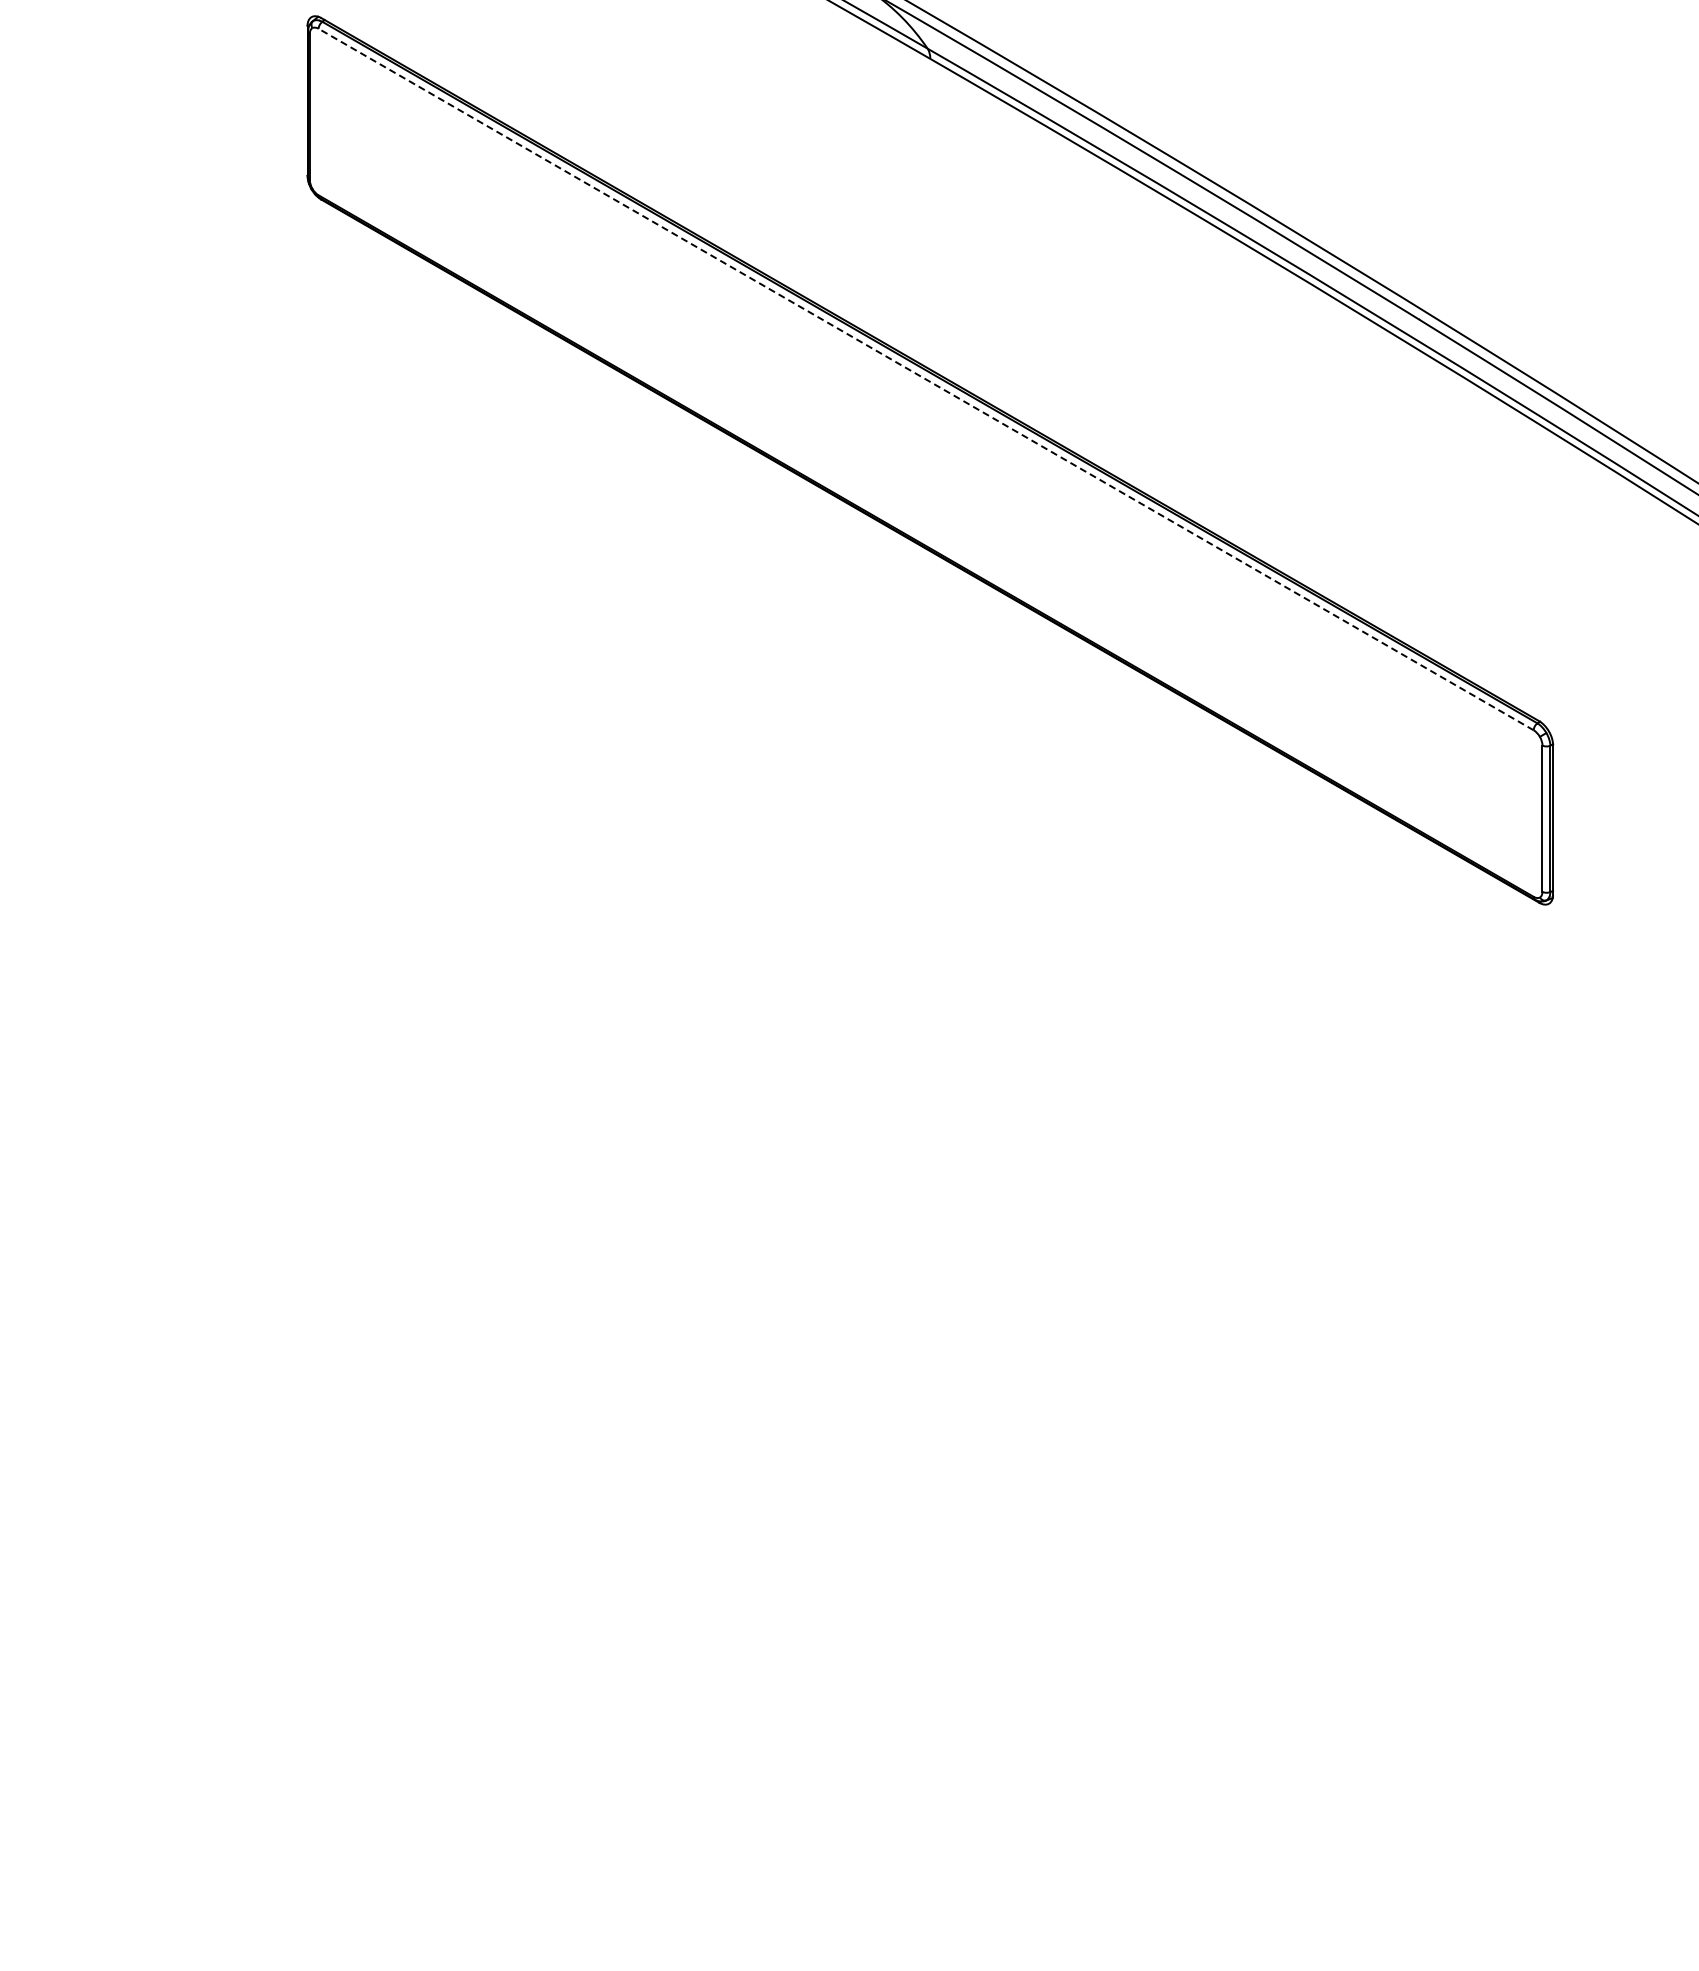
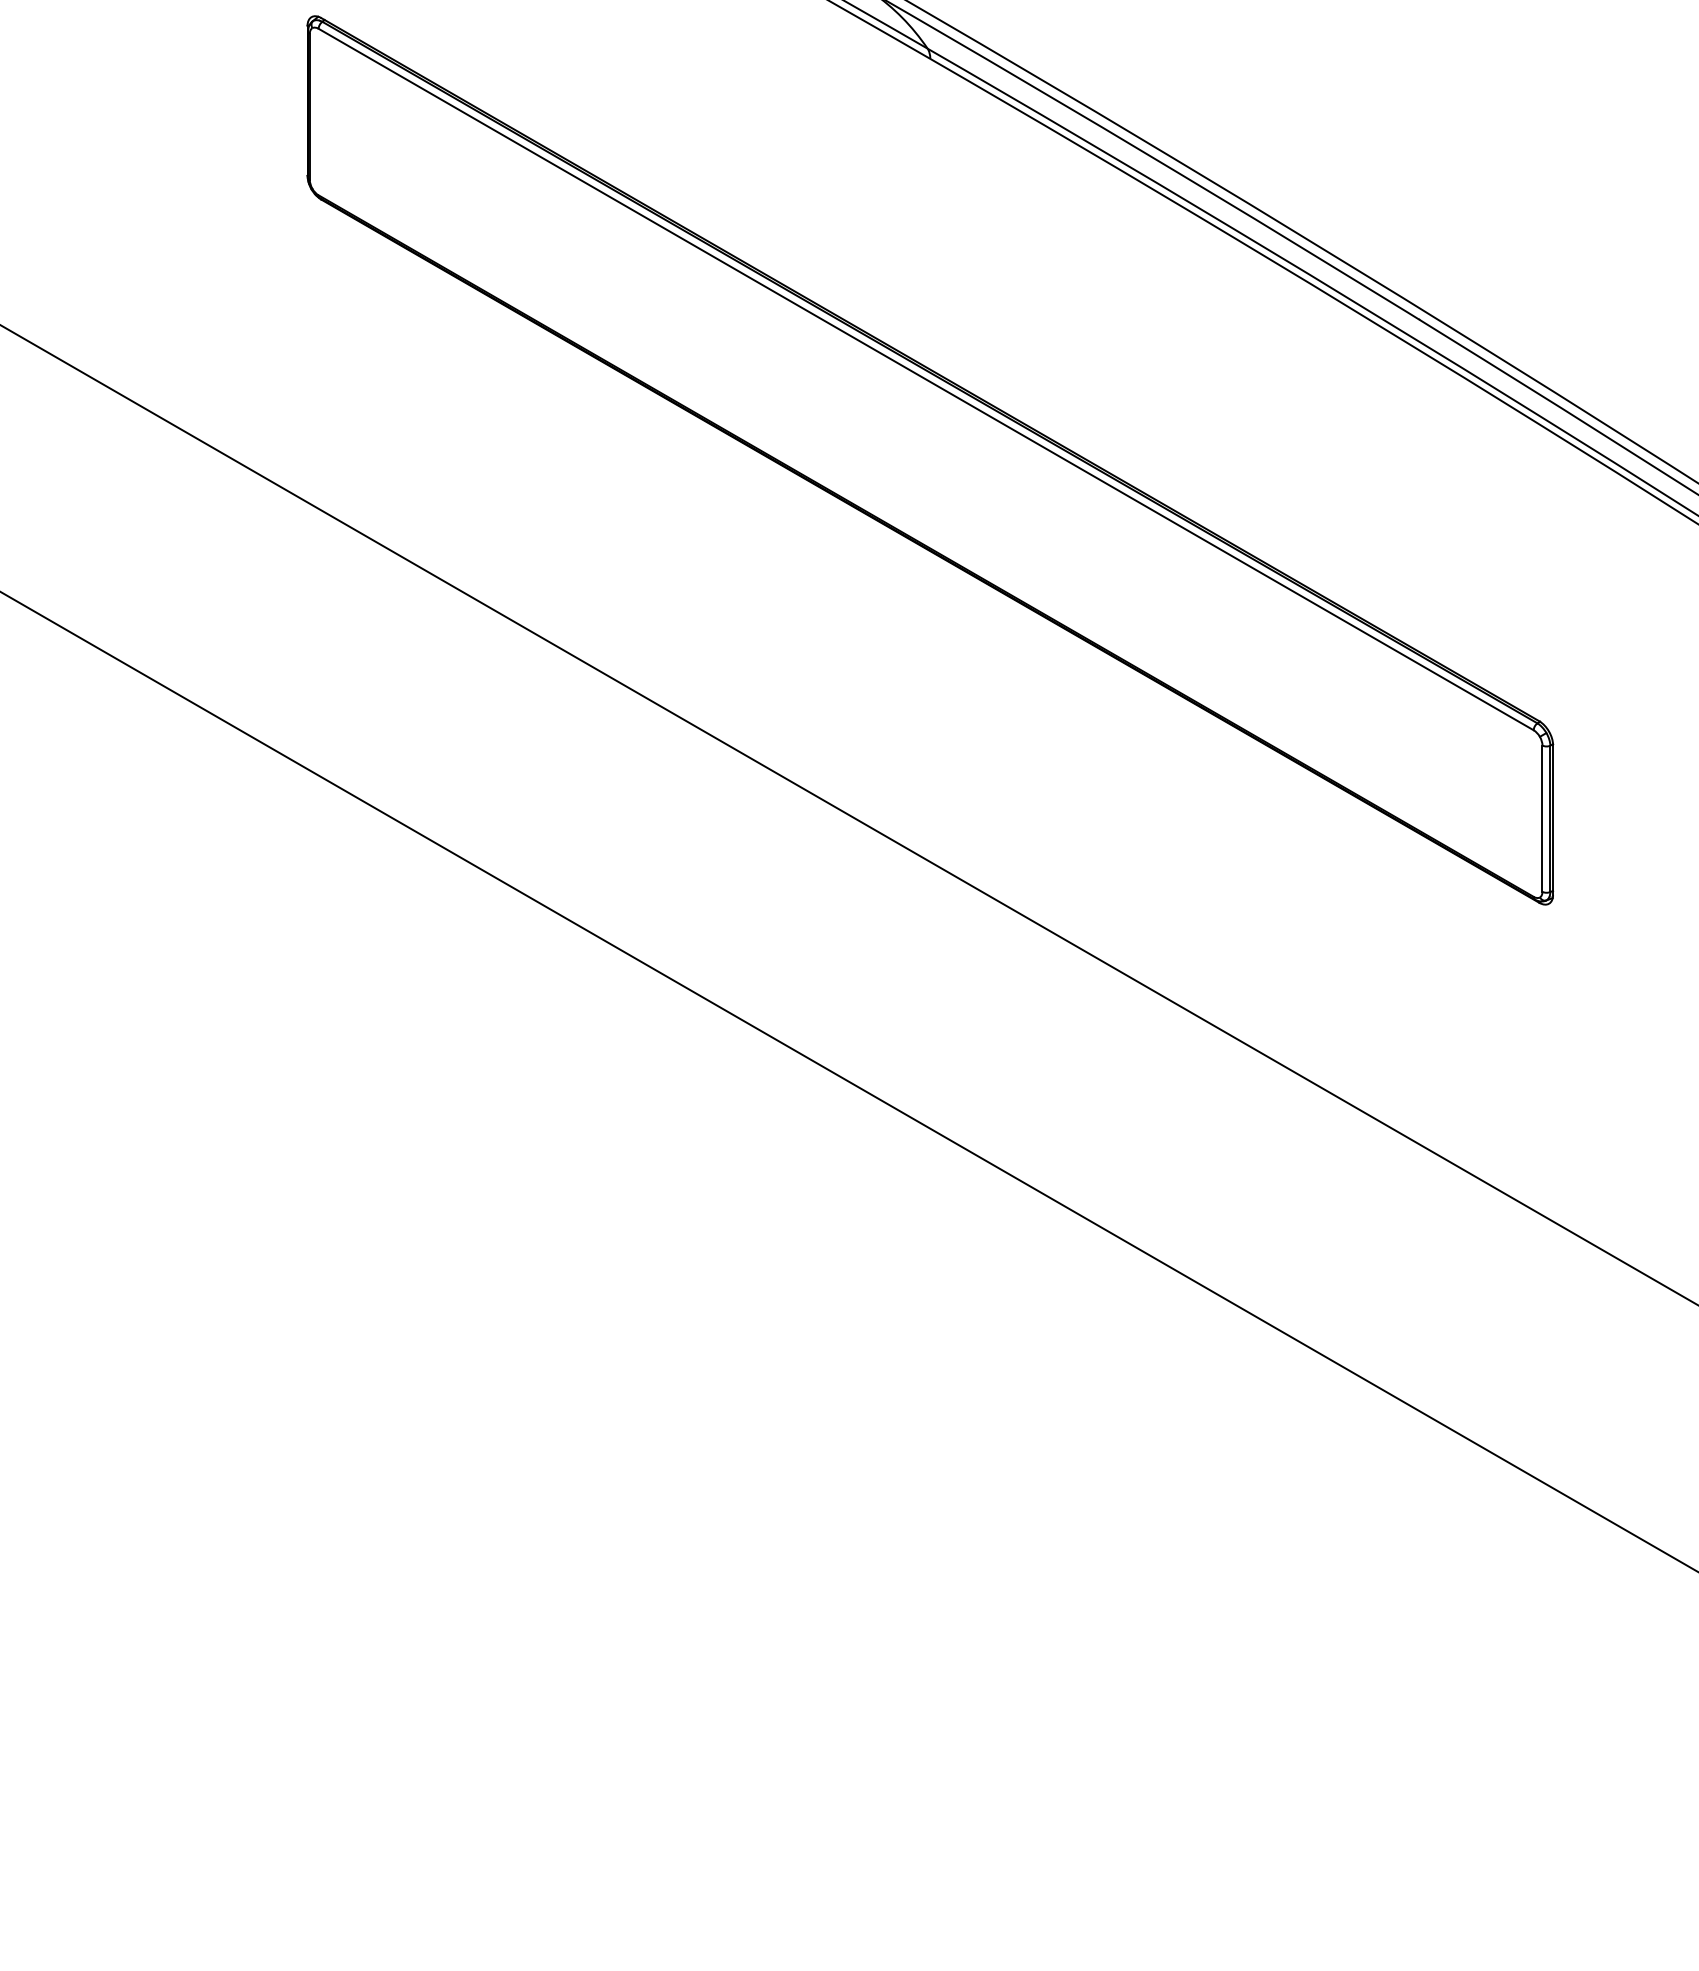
line at (925, 379): dashed -> solid
line at (848, 814): none -> present
line at (848, 1081): none -> present
